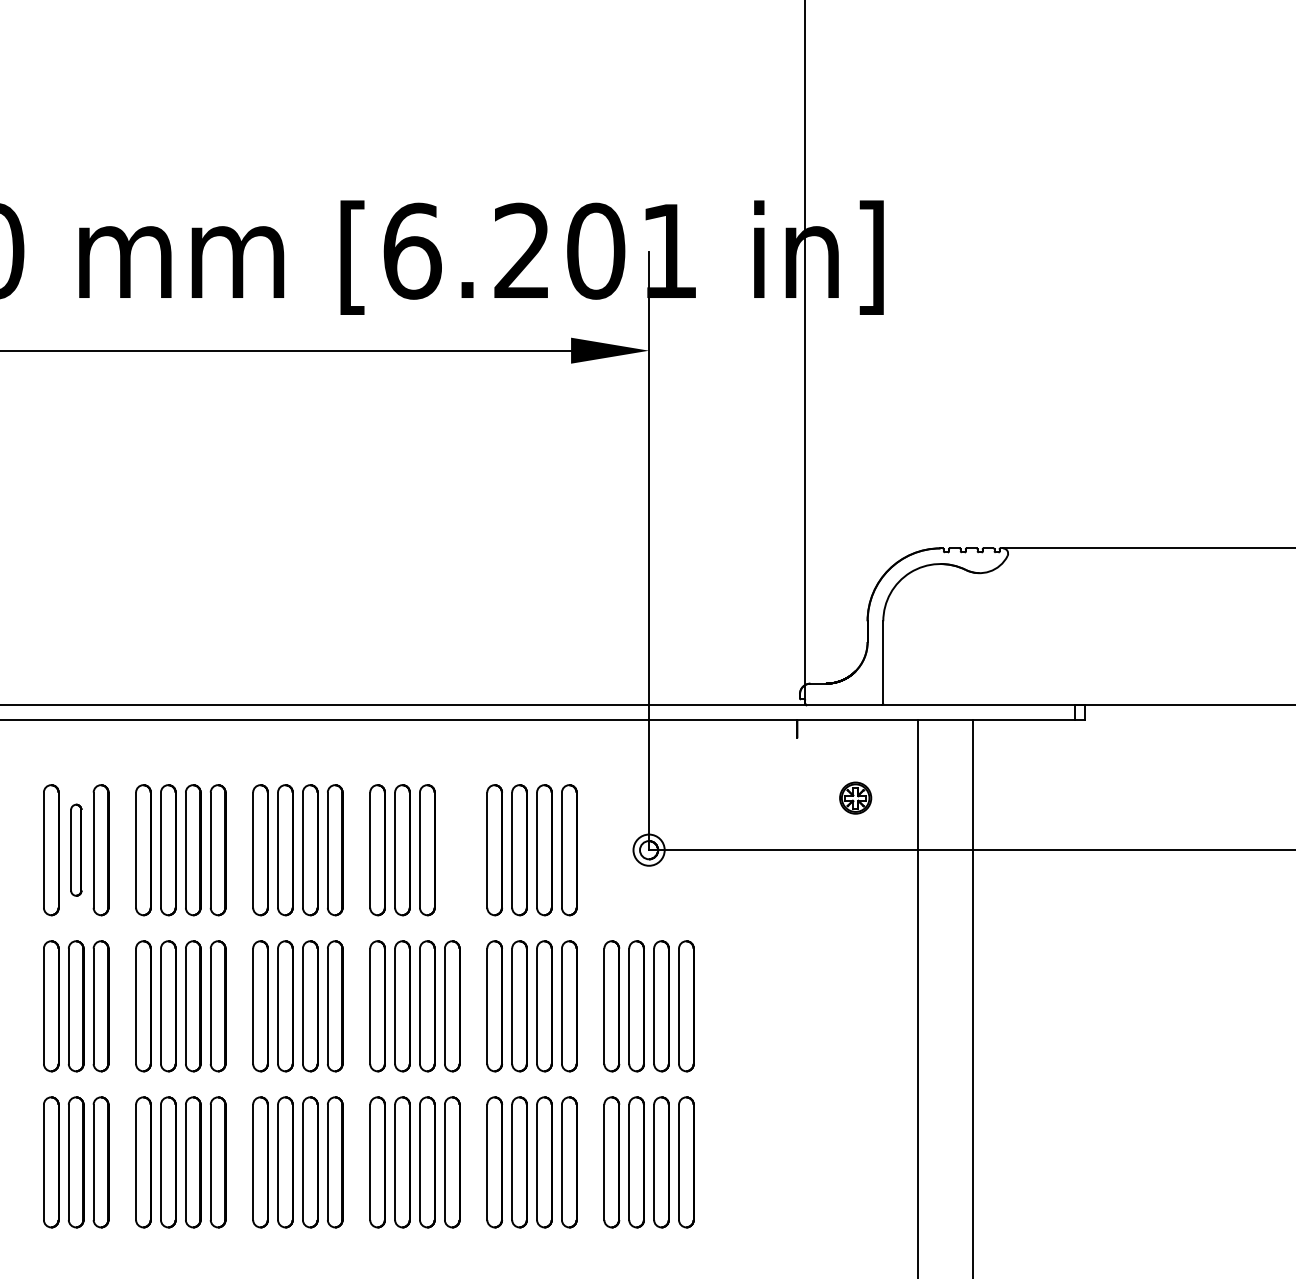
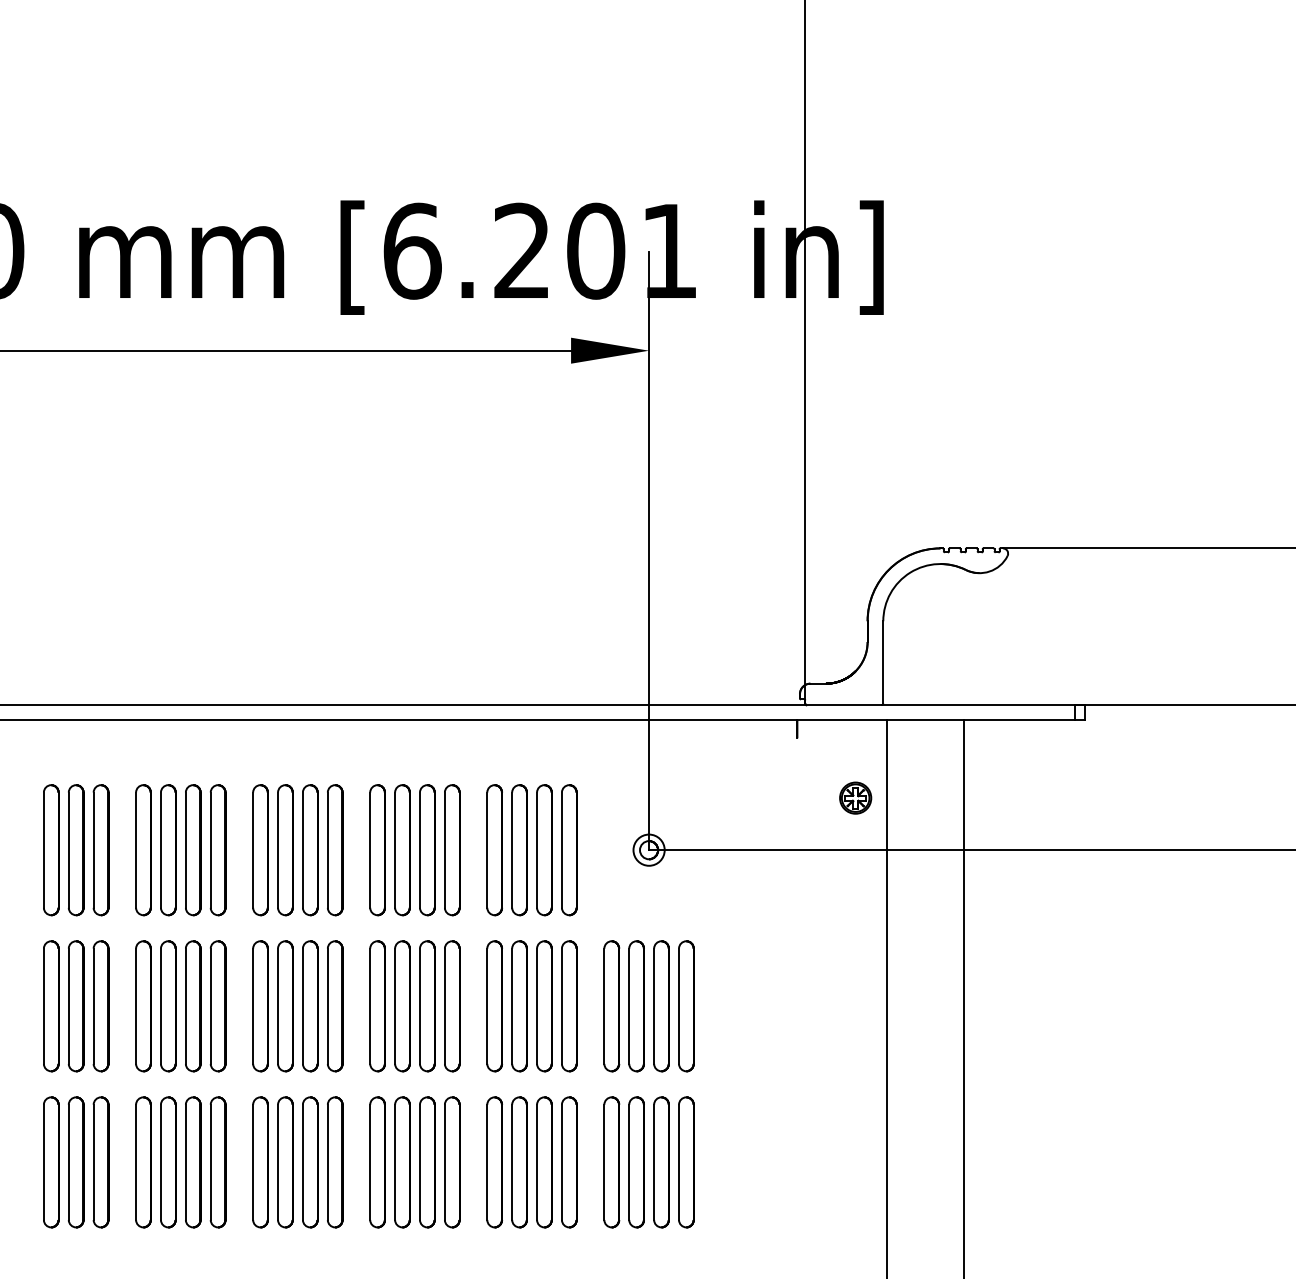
part at (76, 849) size: 13x94 px -> 17x133 px
part at (452, 850): none -> present
line at (917, 997) position: (917, 997) -> (886, 997)
line at (972, 997) position: (972, 997) -> (963, 997)
